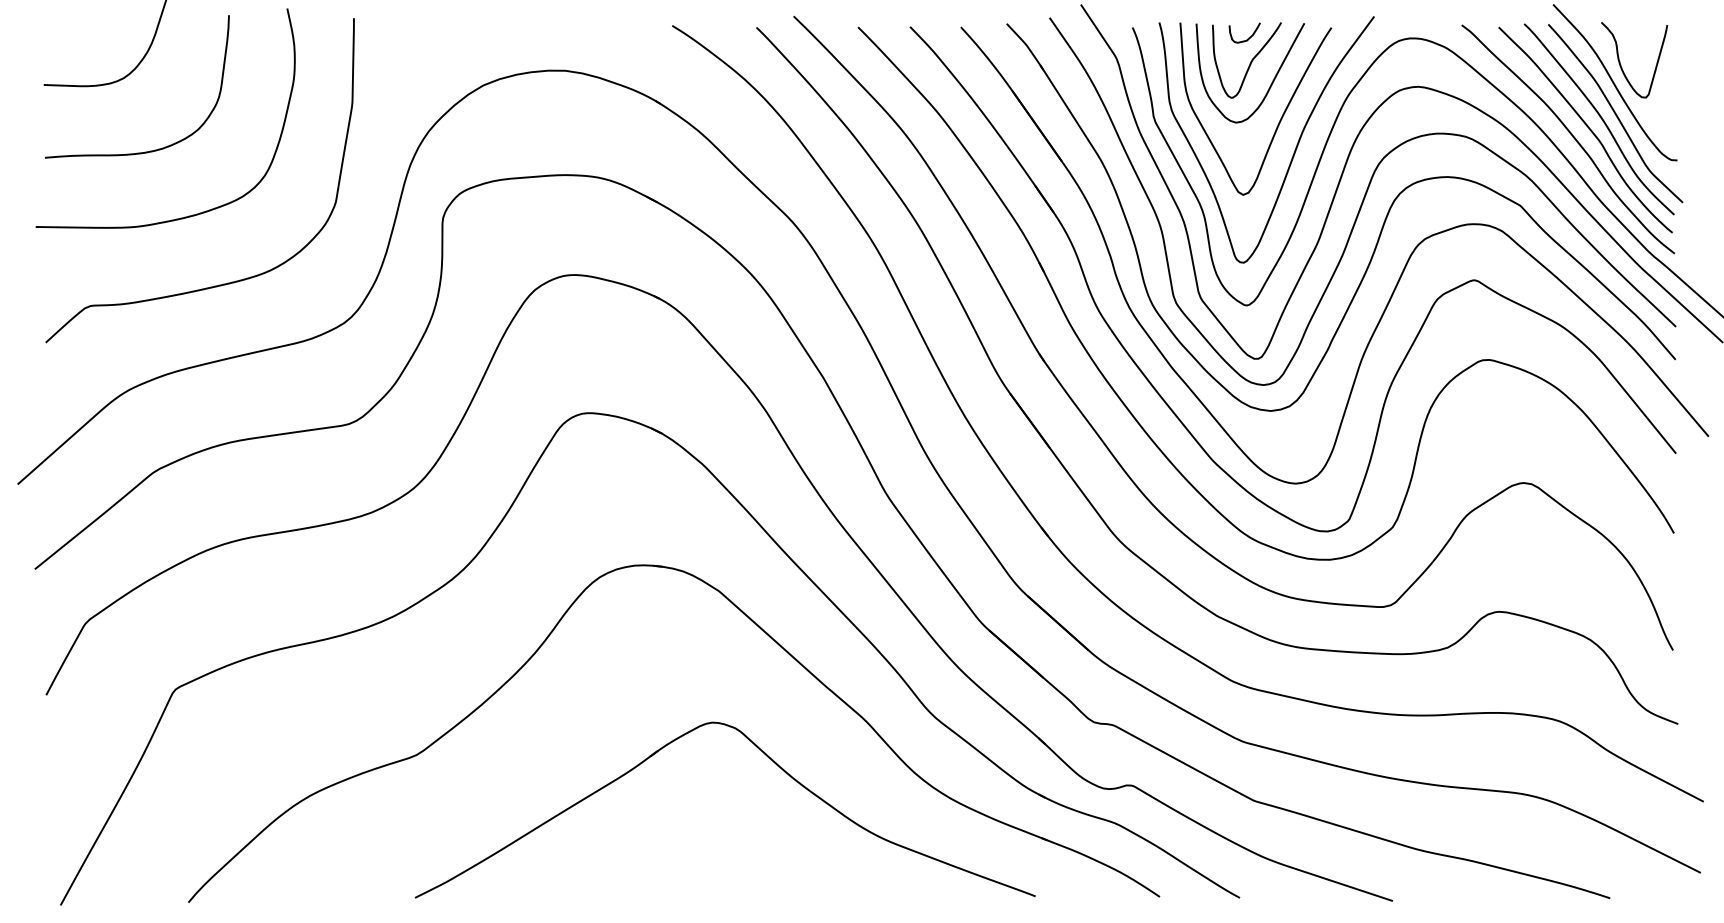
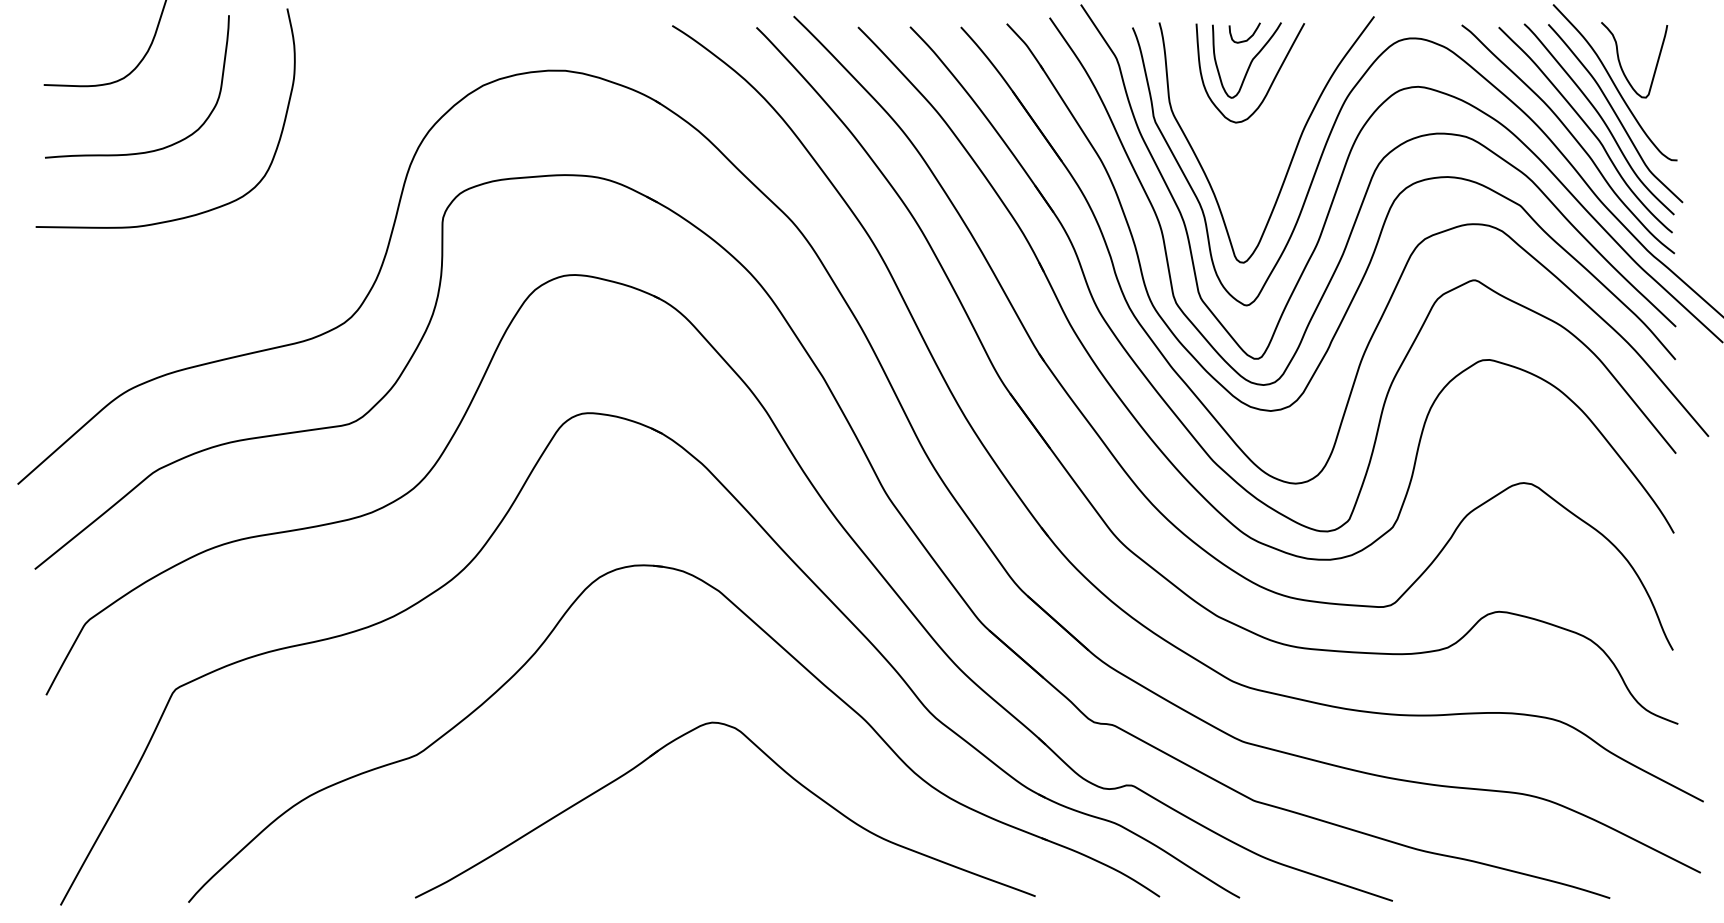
curve at (1279, 120): present -> none
curve at (223, 283): present -> none
